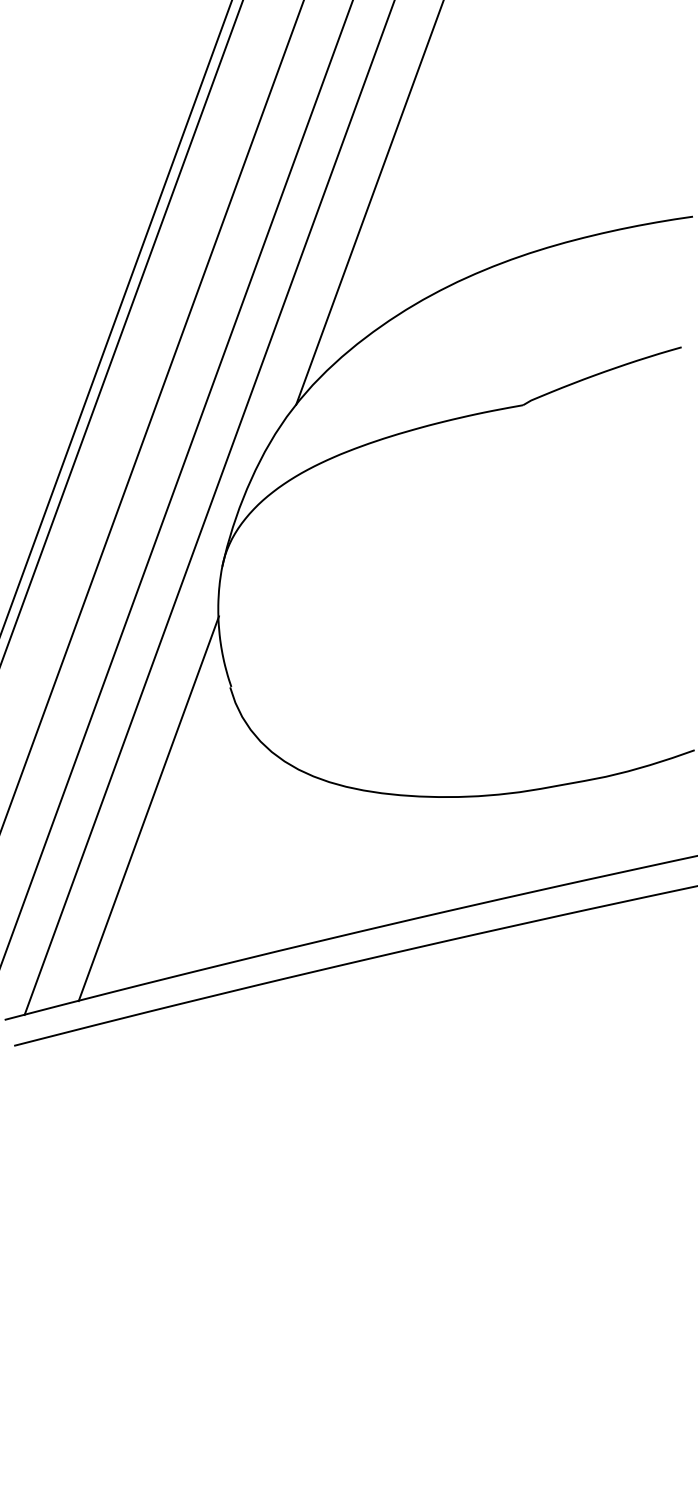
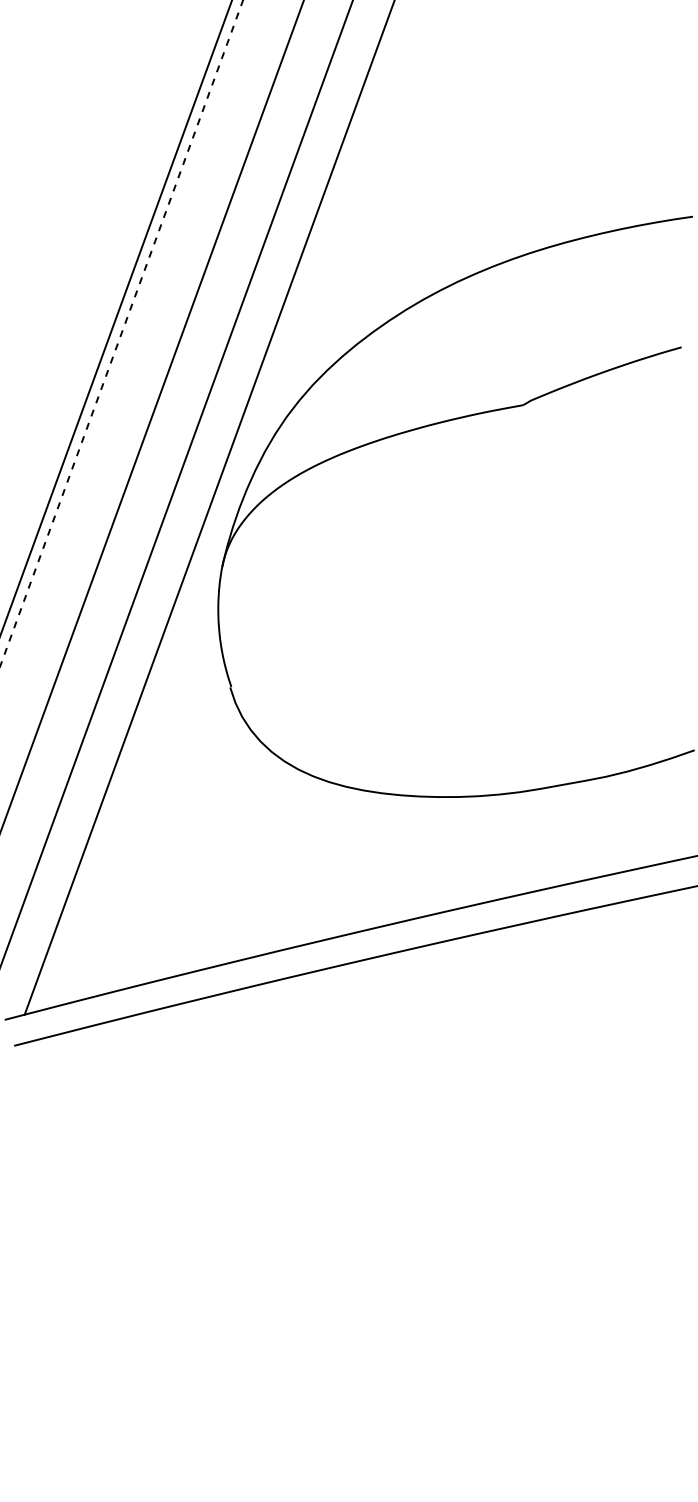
line at (369, 203): present -> none
line at (121, 334): solid -> dashed
line at (148, 808): present -> none
